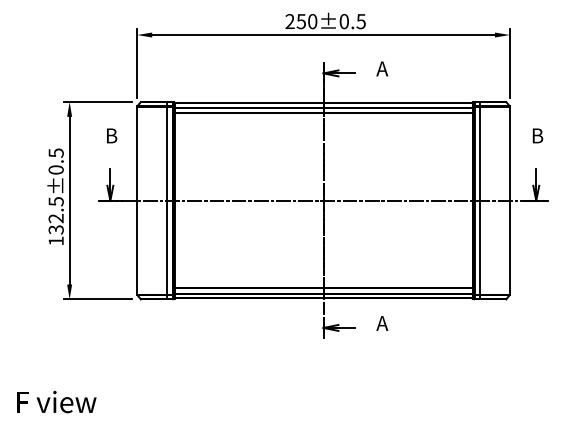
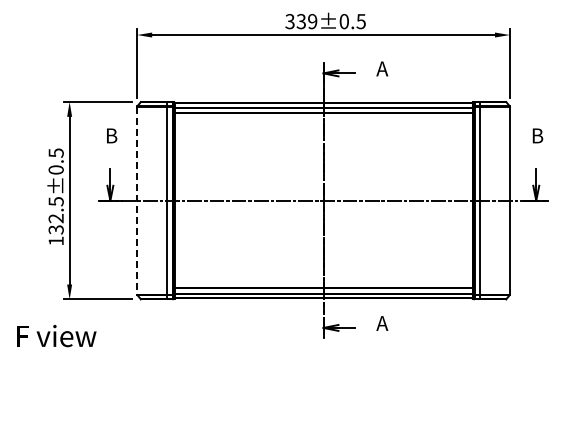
text at (301, 21): 250±0.5 -> 339±0.5
line at (137, 201): solid -> dashed
text at (56, 402) position: (56, 402) -> (56, 336)
